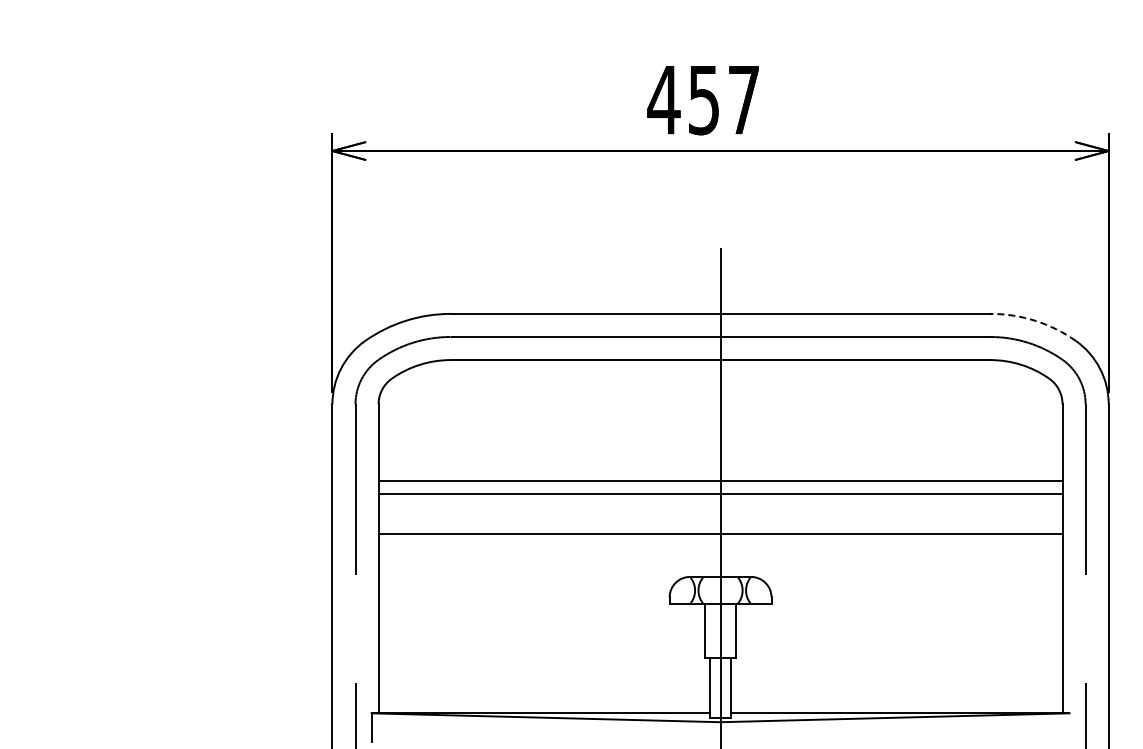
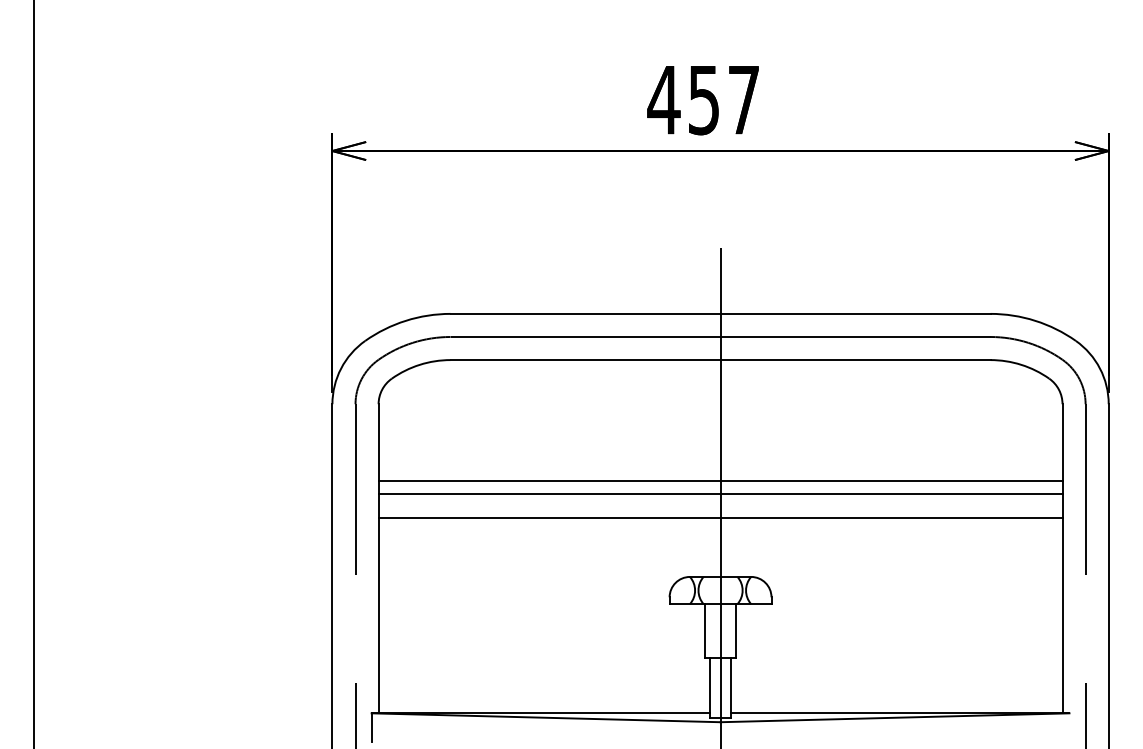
arc at (1035, 320): dashed -> solid
line at (34, 373): none -> present
line at (720, 534) position: (720, 534) -> (720, 518)
